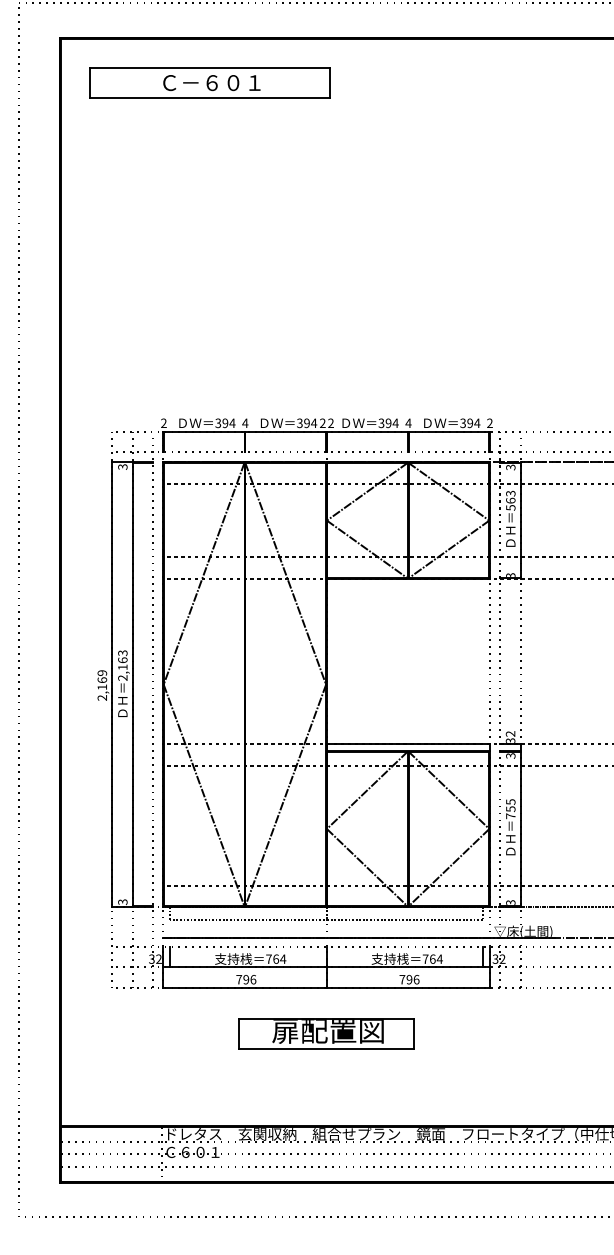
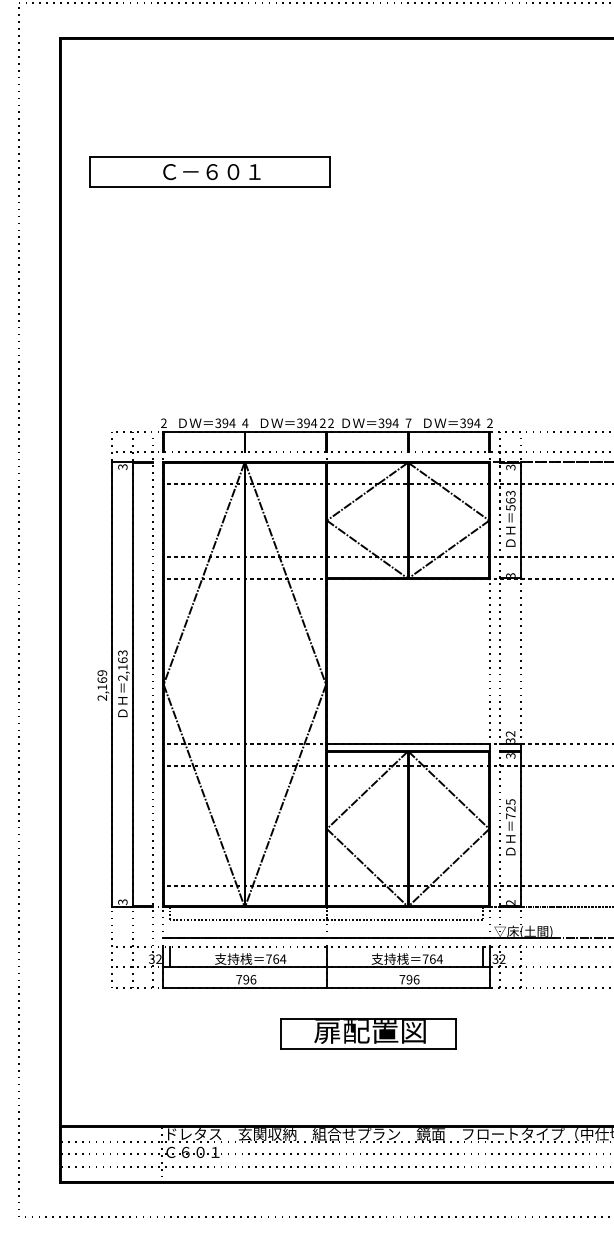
part at (209, 82) position: (209, 82) -> (209, 171)
text at (408, 422): 4 -> 7
text at (510, 809): 755 -> 725
text at (511, 902): 3 -> 2
part at (326, 1033) position: (326, 1033) -> (368, 1033)
